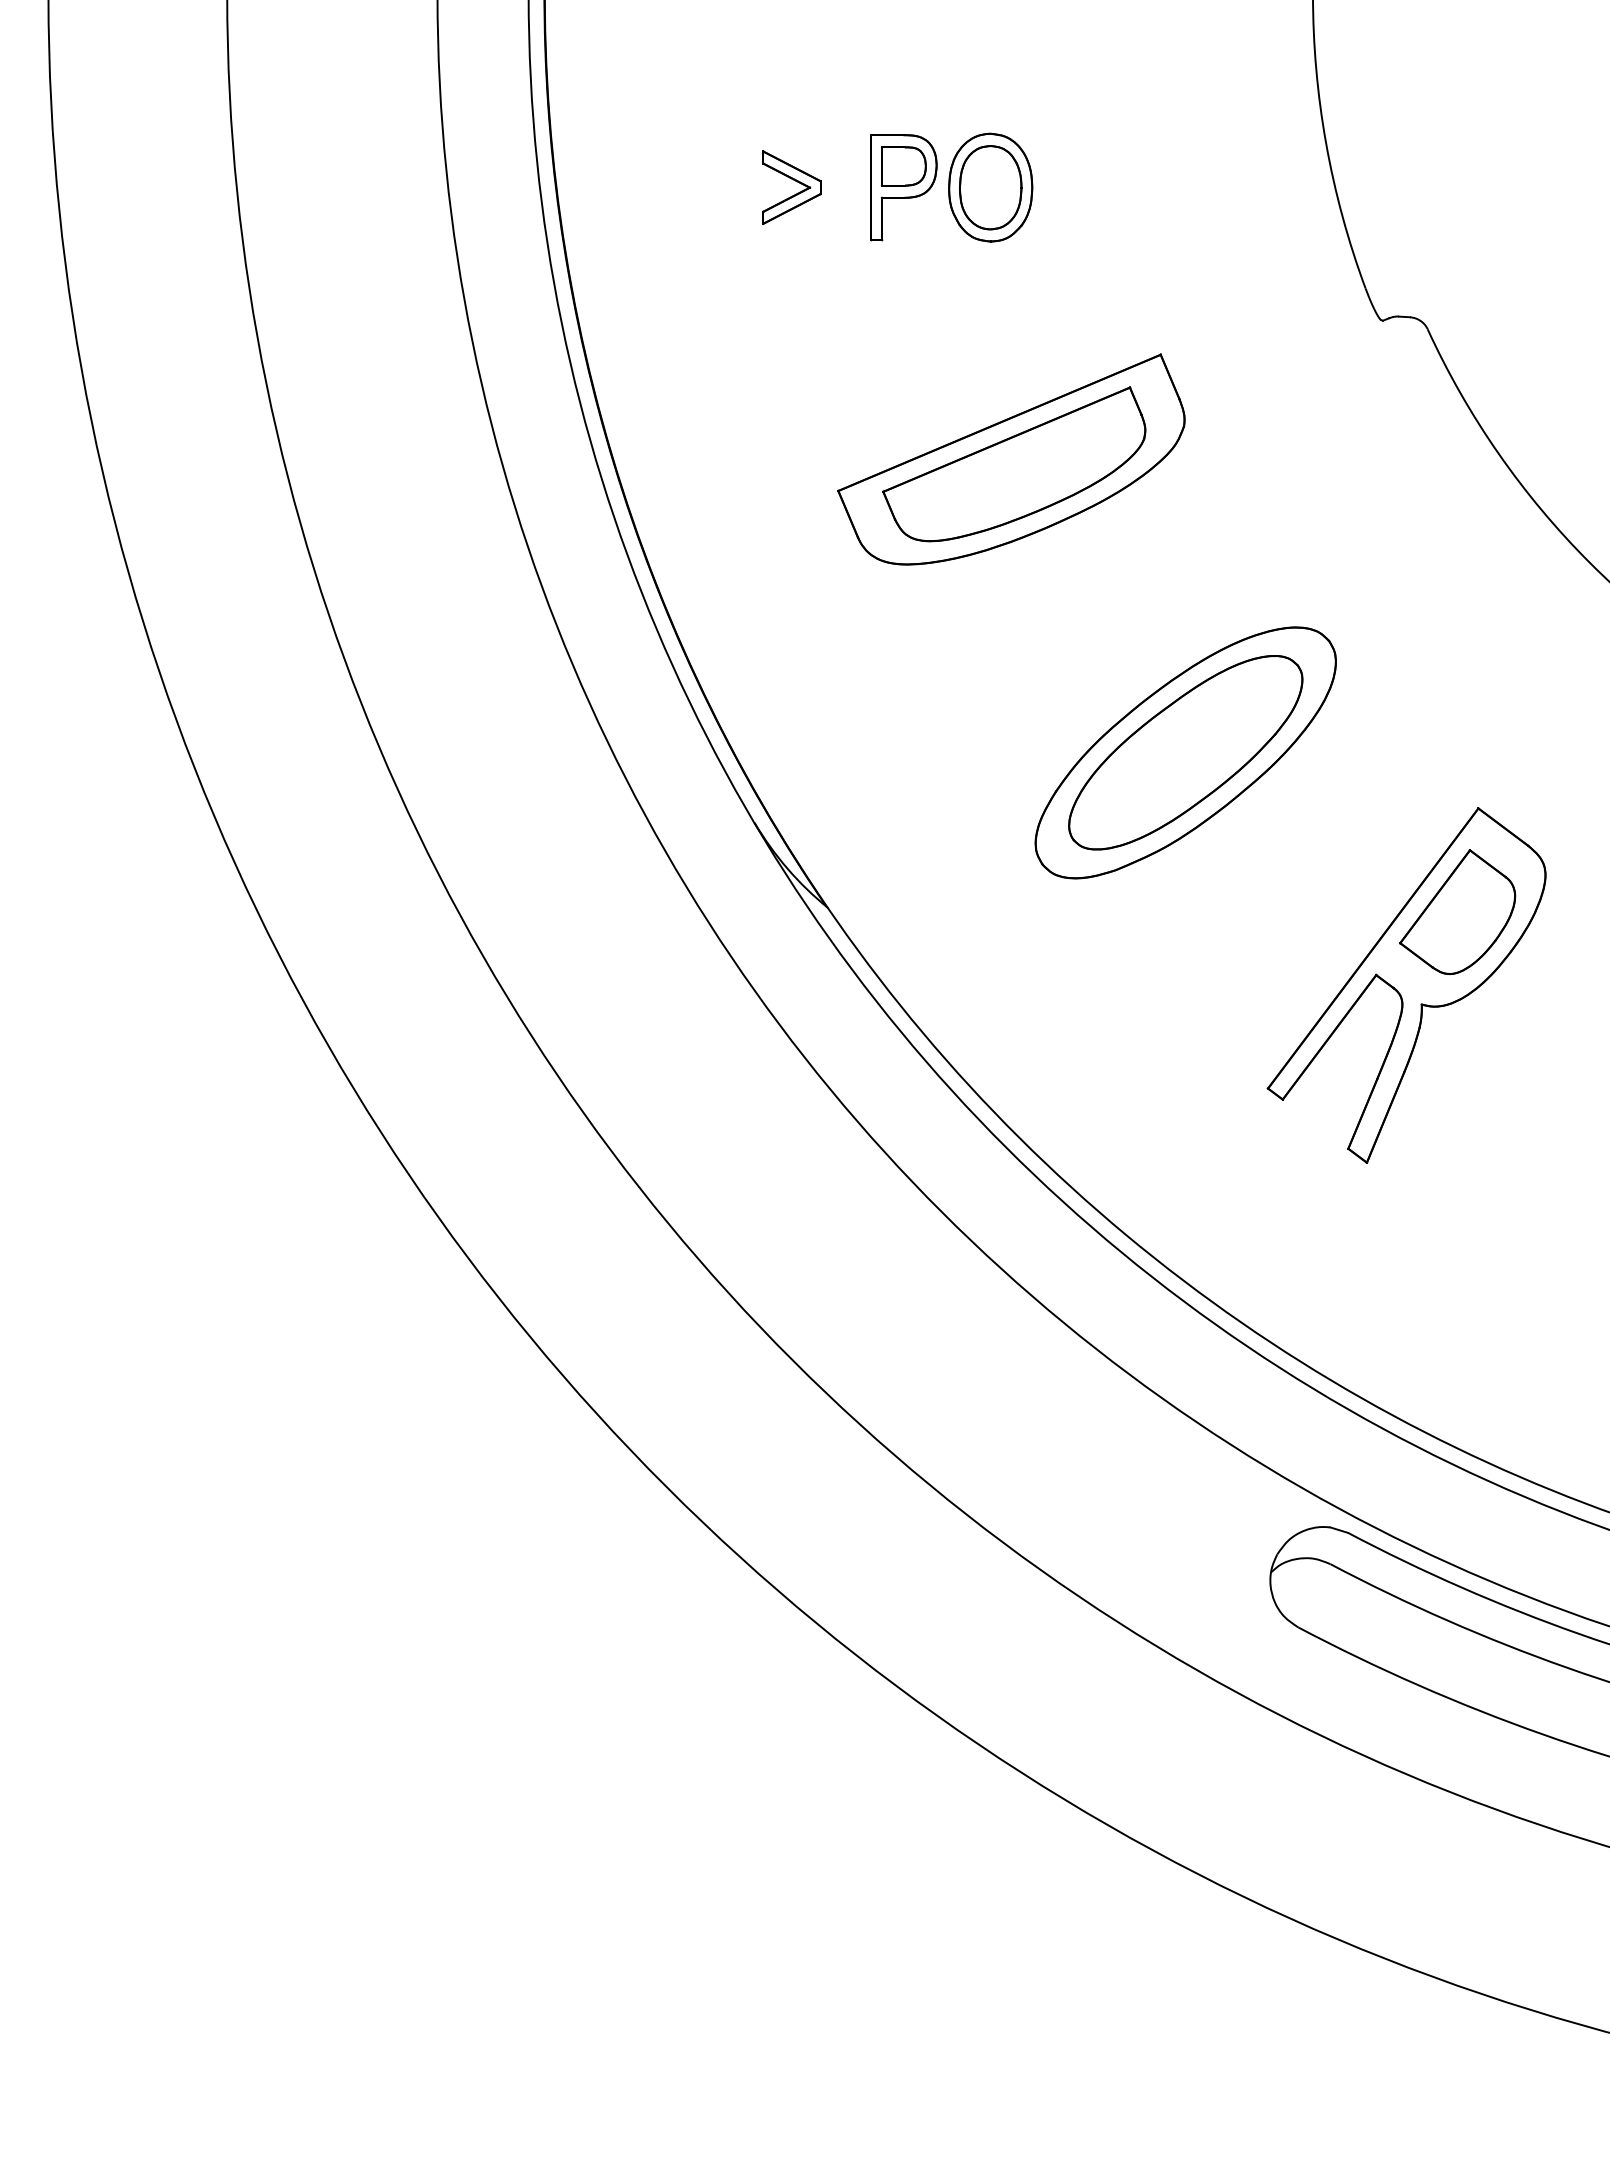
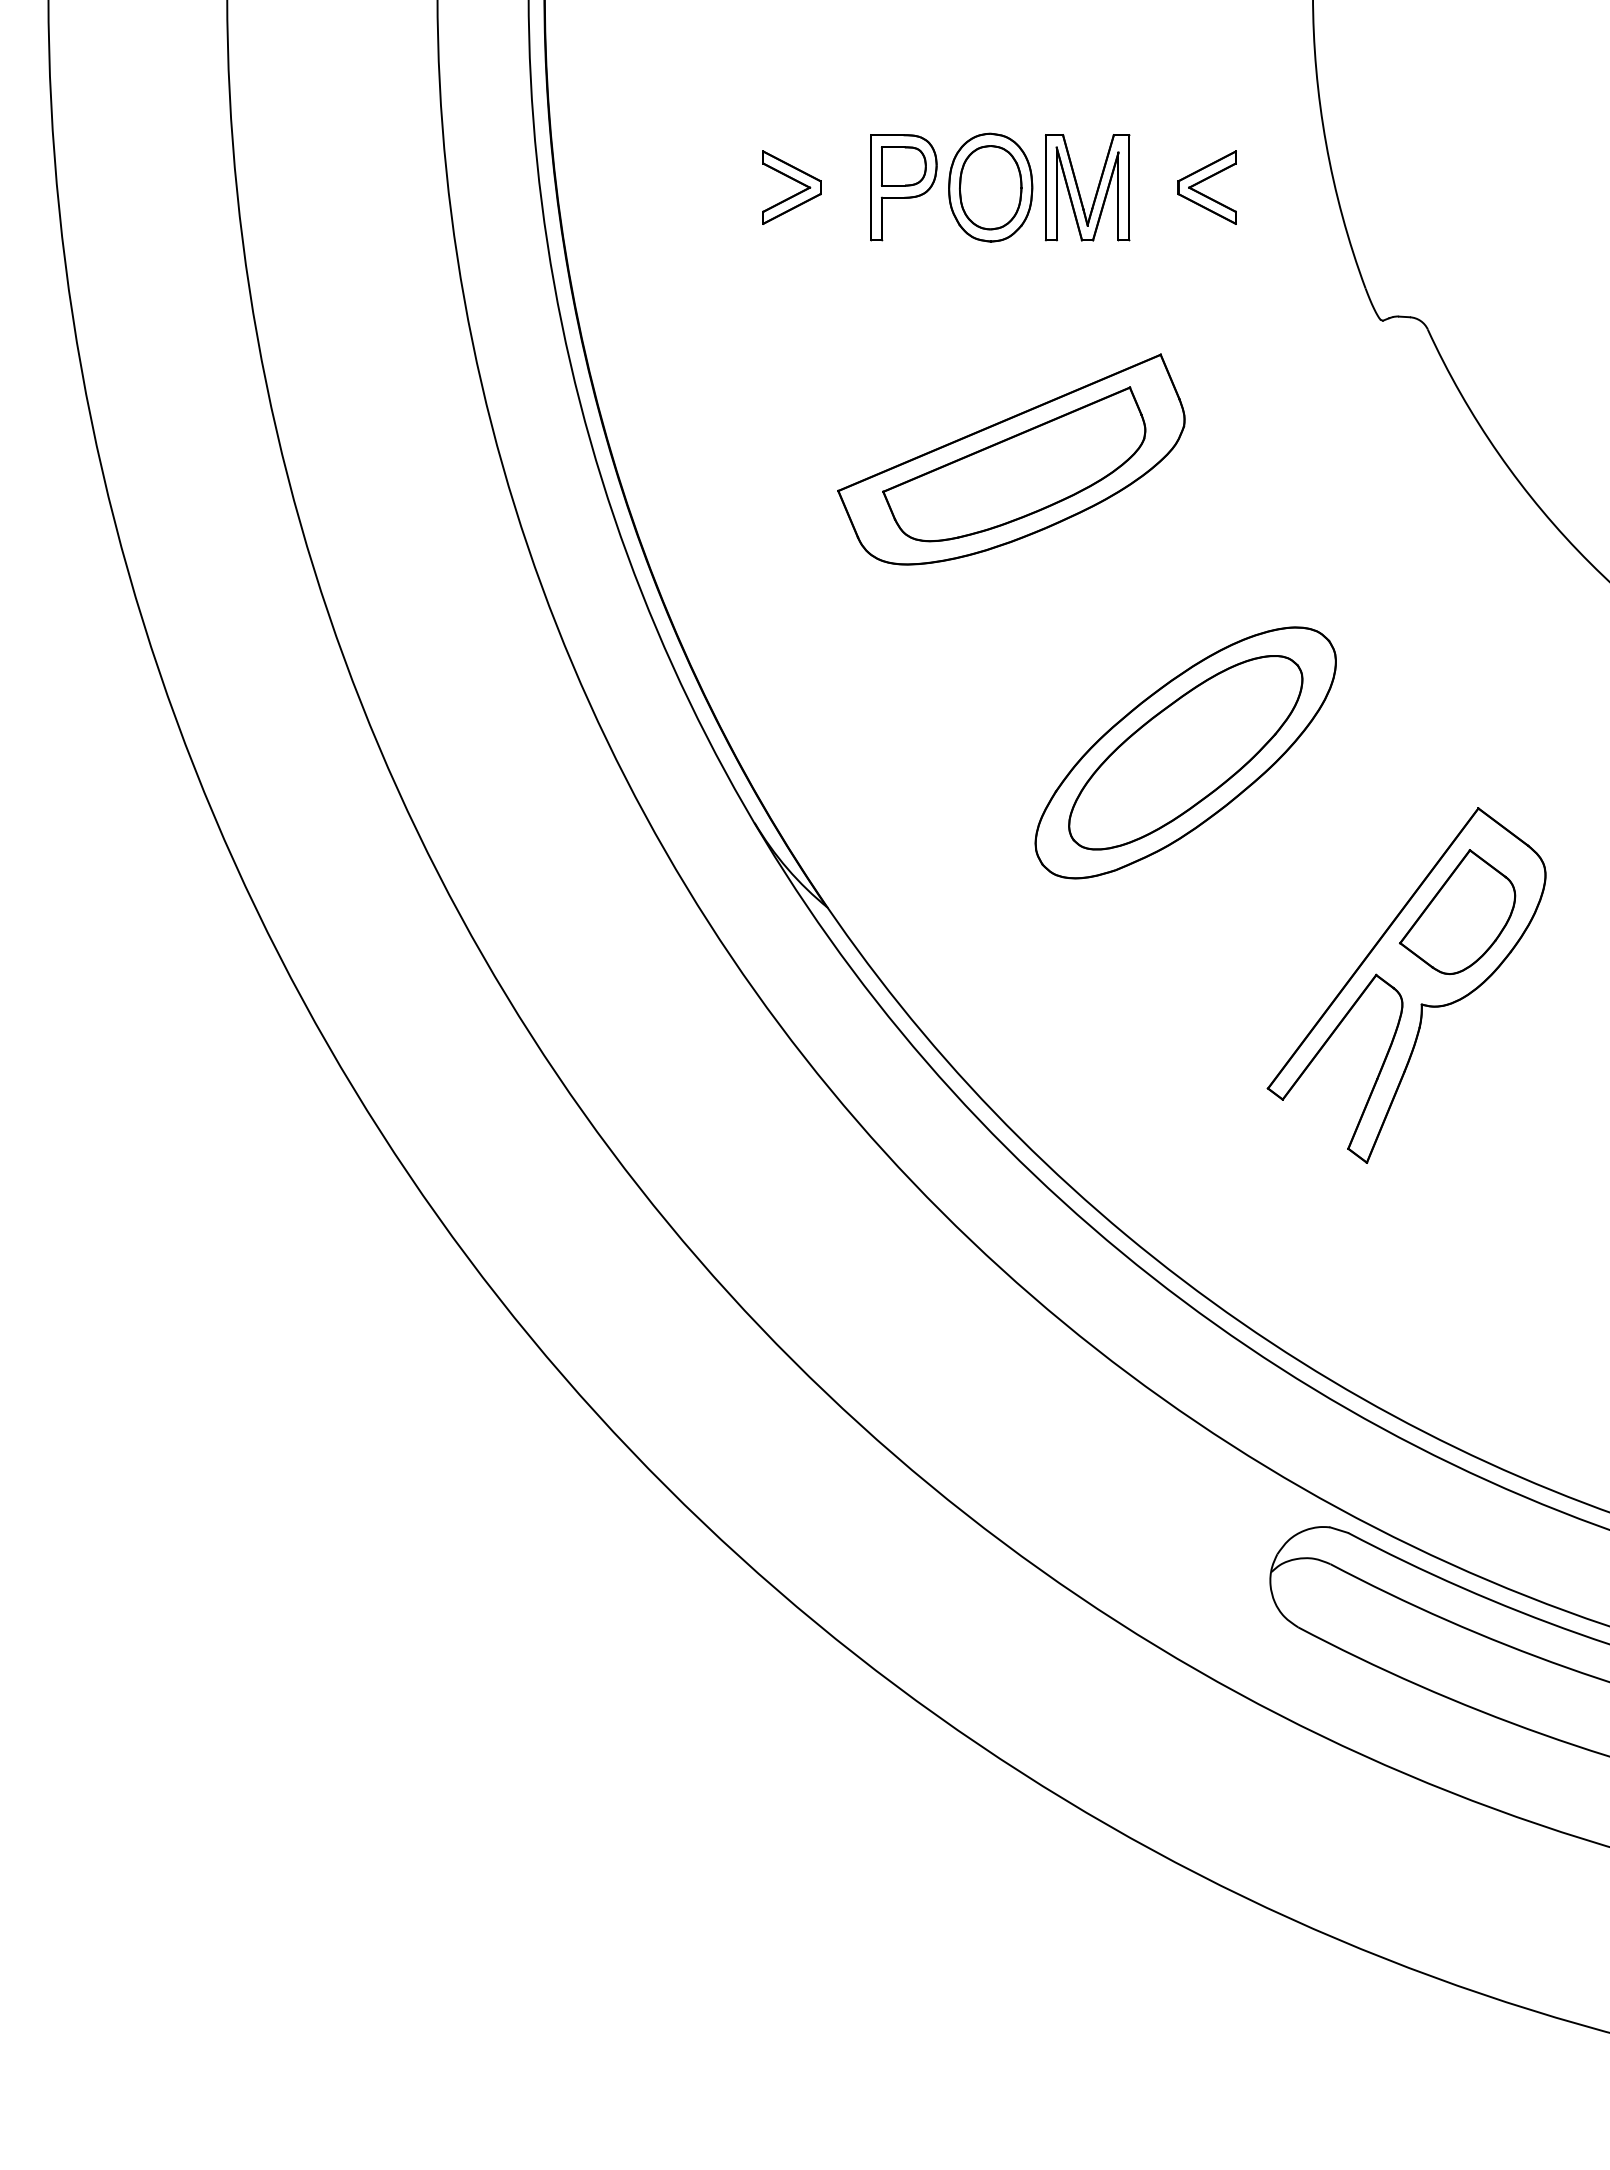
part at (1203, 181): none -> present
part at (1079, 190): none -> present
